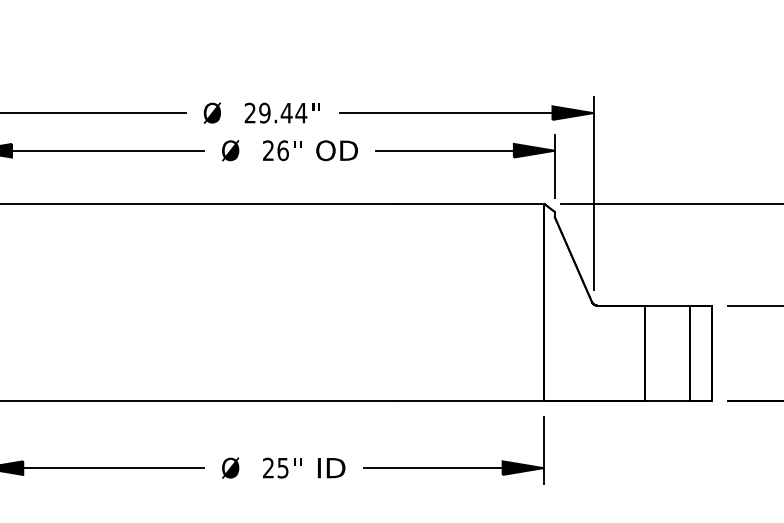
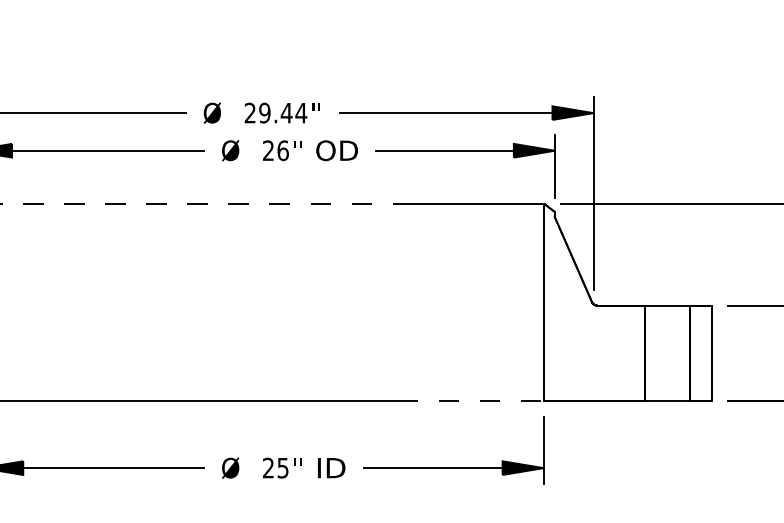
line at (198, 204): solid -> dashed
line at (471, 400): solid -> dashed
